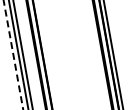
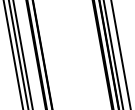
line at (120, 54): none -> present
line at (13, 55): dashed -> solid
